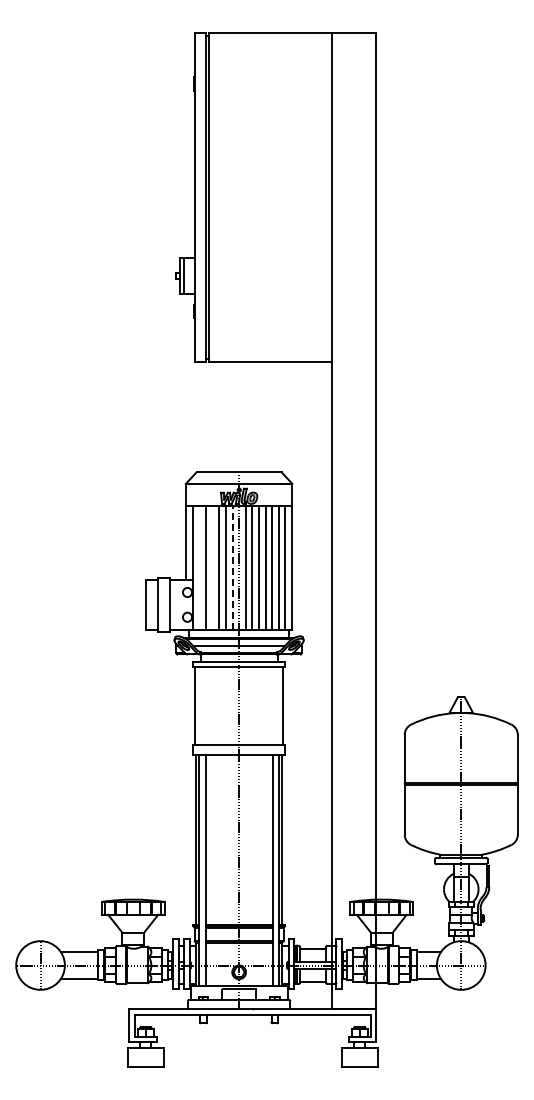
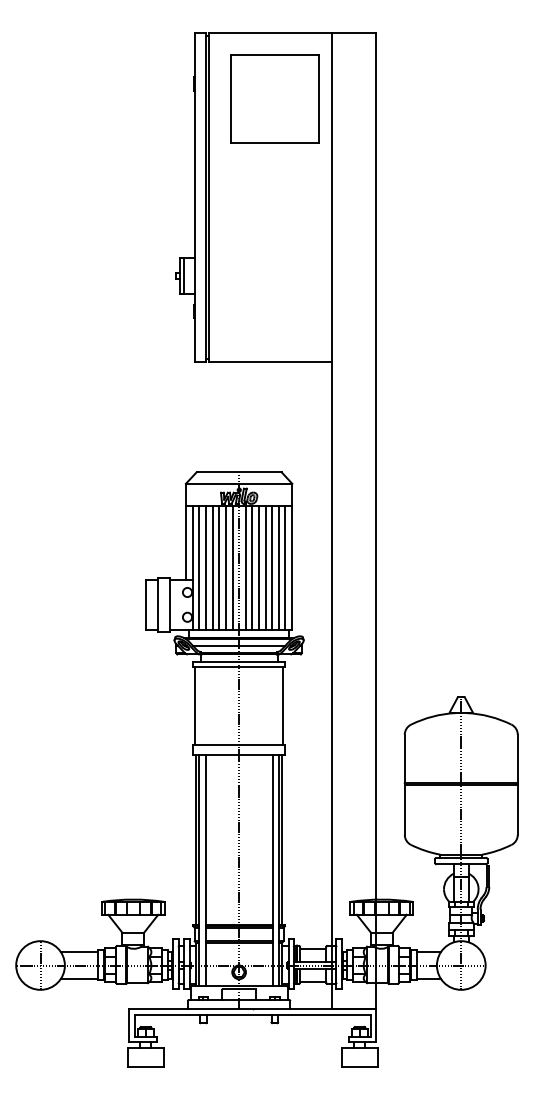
part at (274, 98): none -> present
line at (199, 567): none -> present
line at (212, 567): none -> present
line at (232, 567): dashed -> solid
